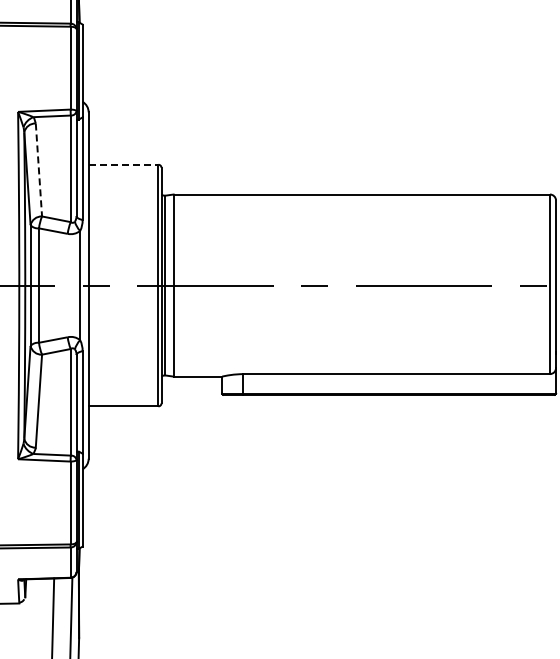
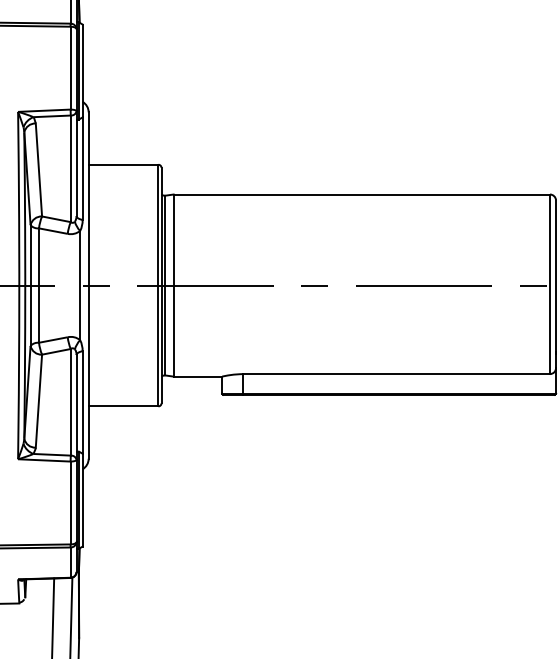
line at (123, 164): dashed -> solid
line at (38, 170): dashed -> solid
